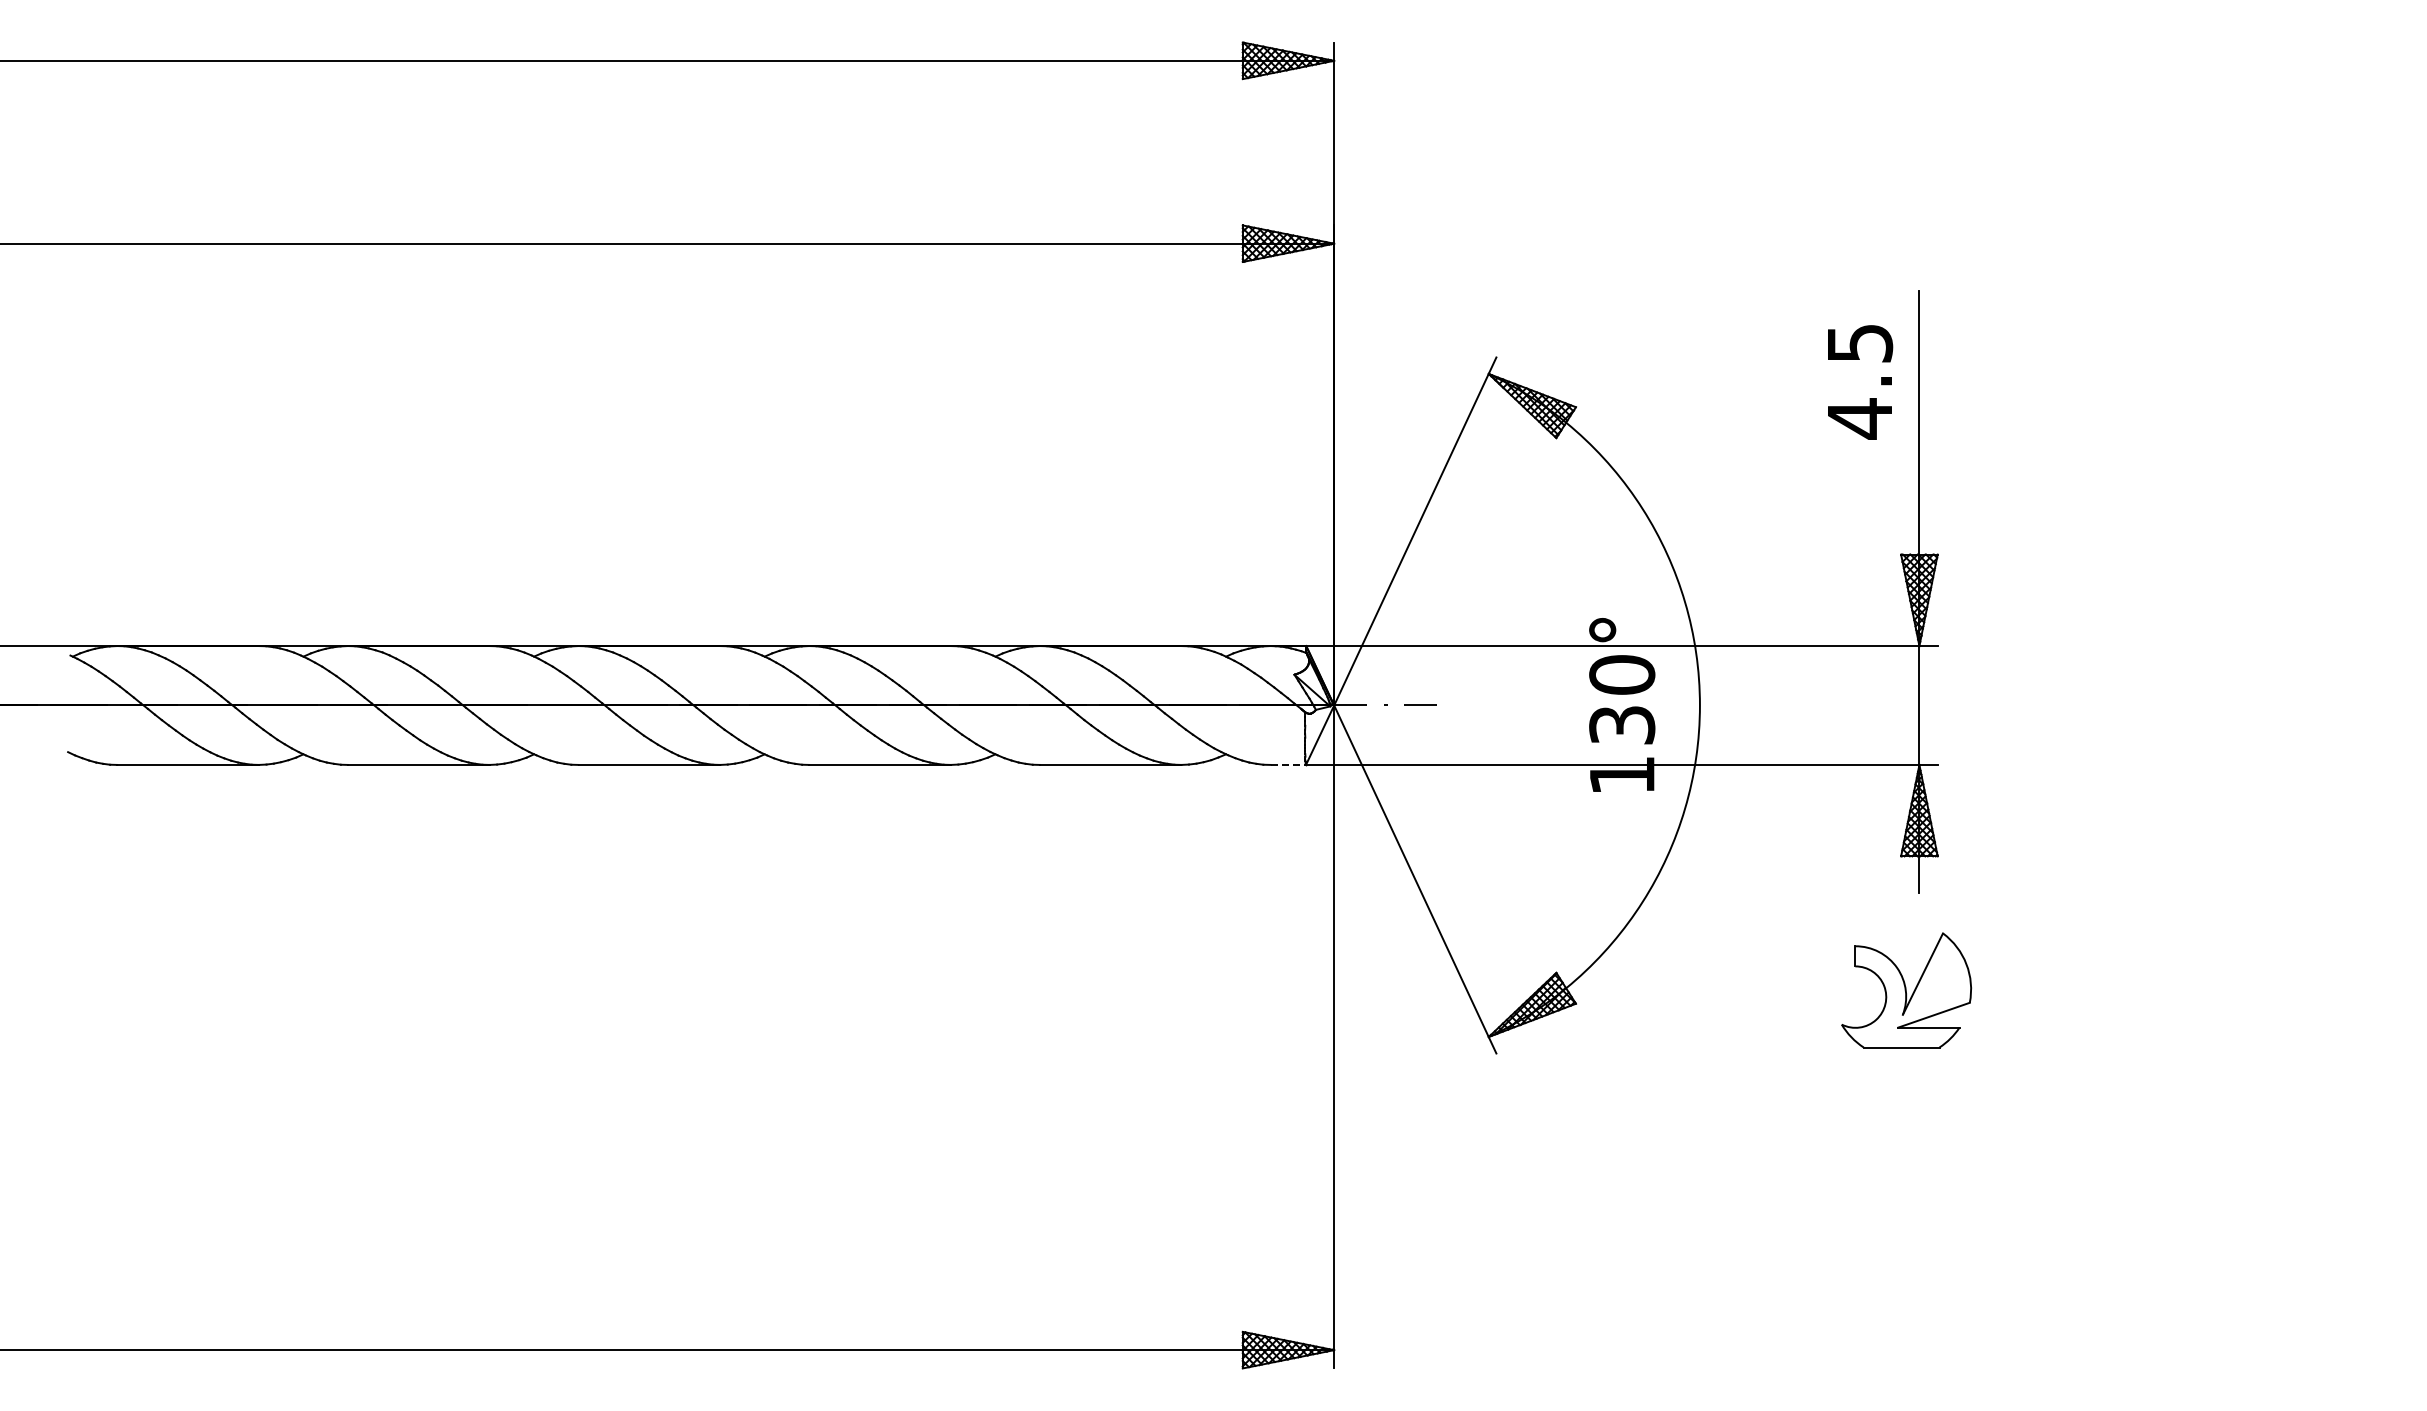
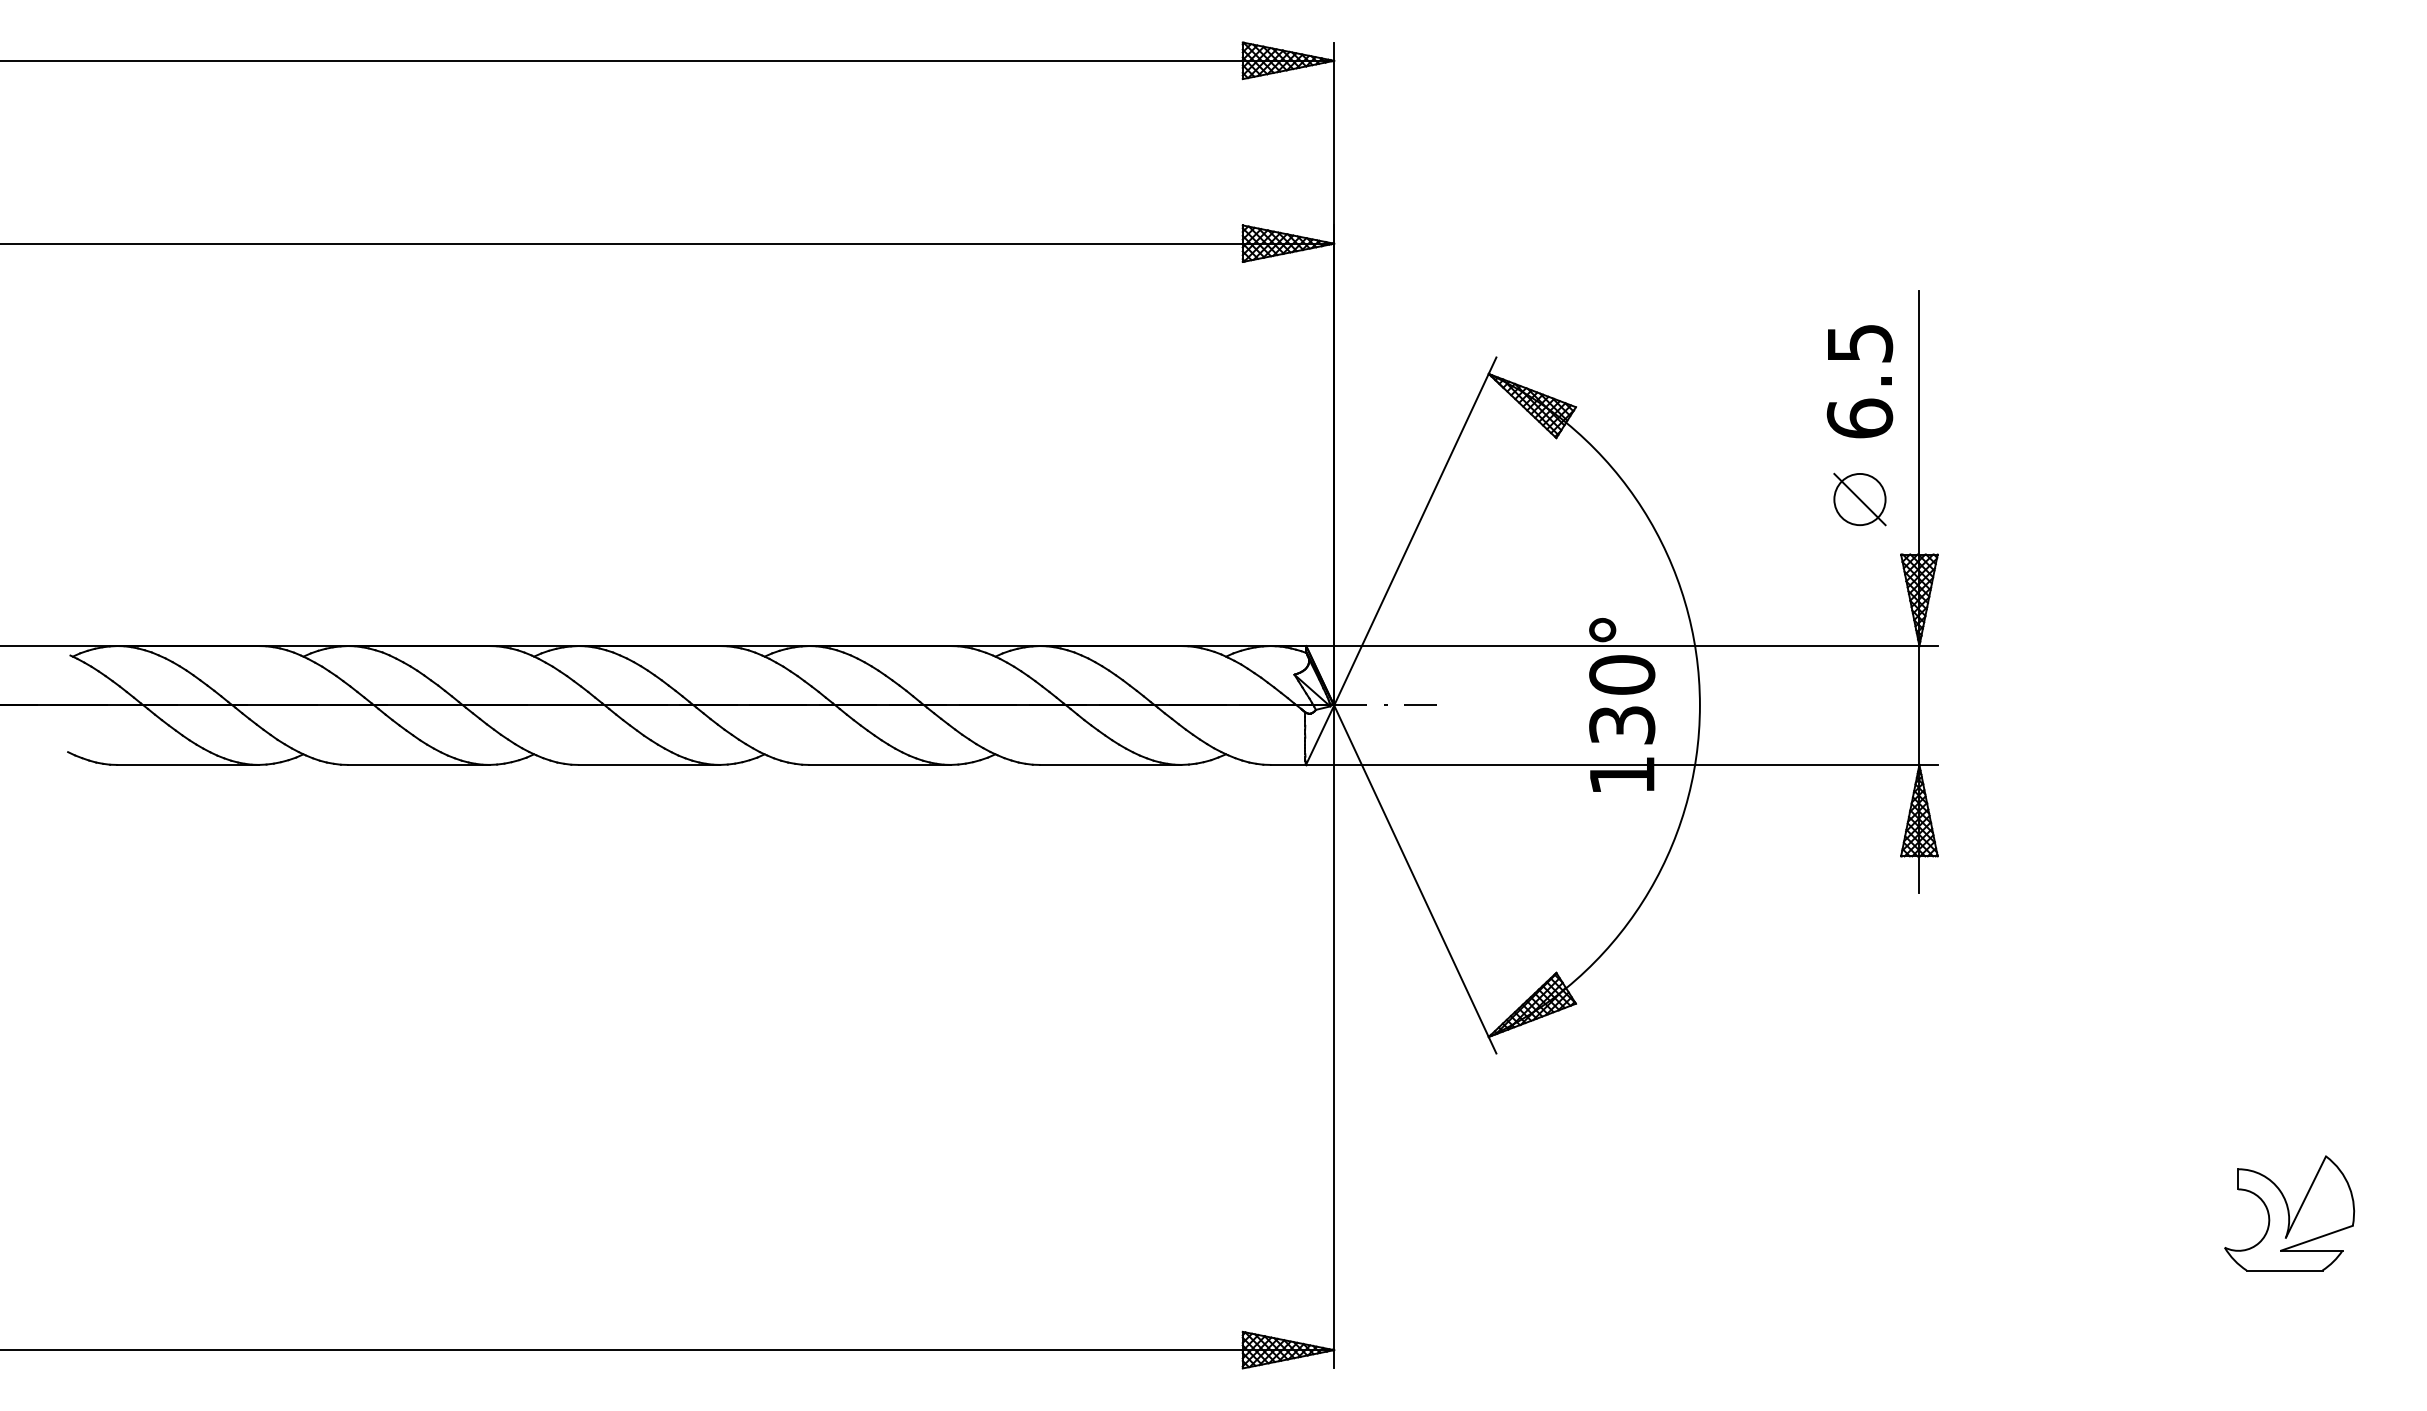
text at (1859, 418): 4.5 -> 6.5
part at (1859, 499): none -> present
line at (1288, 764): dashed -> solid
part at (1906, 990) position: (1906, 990) -> (2289, 1213)
